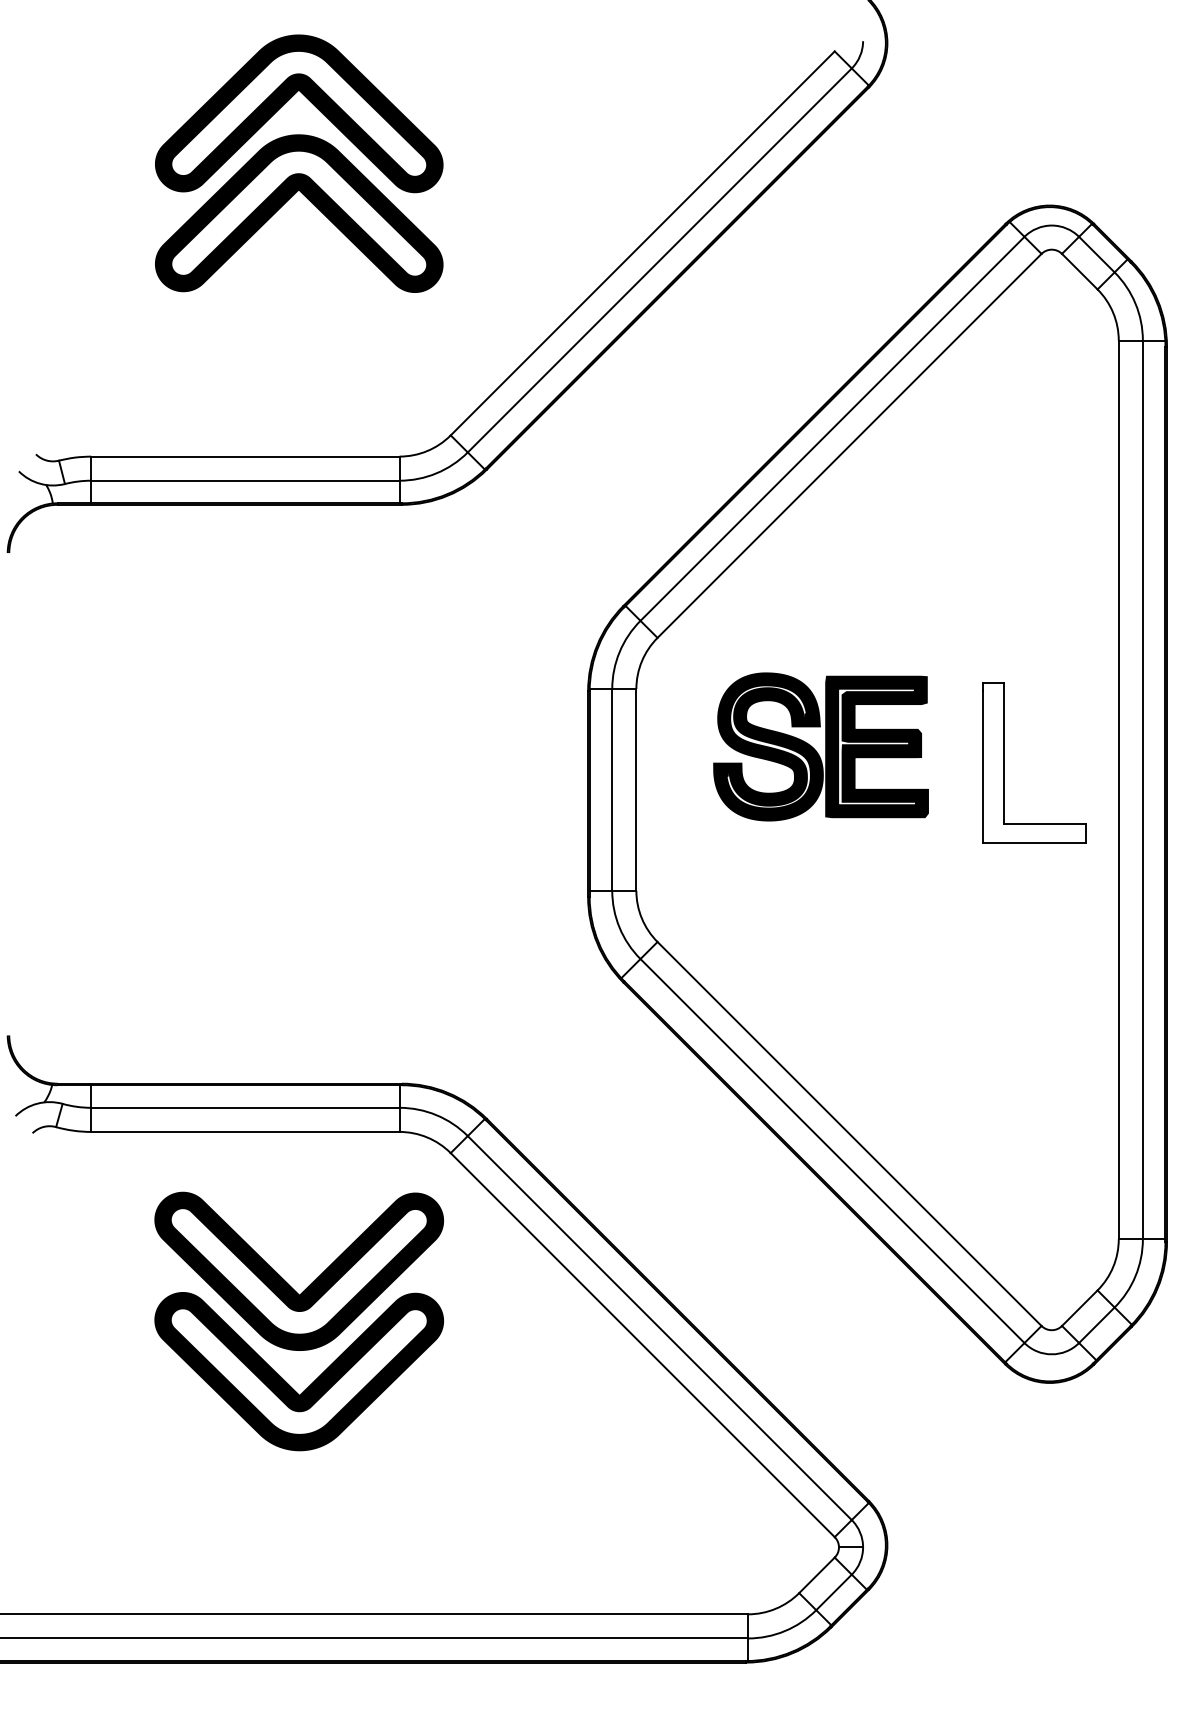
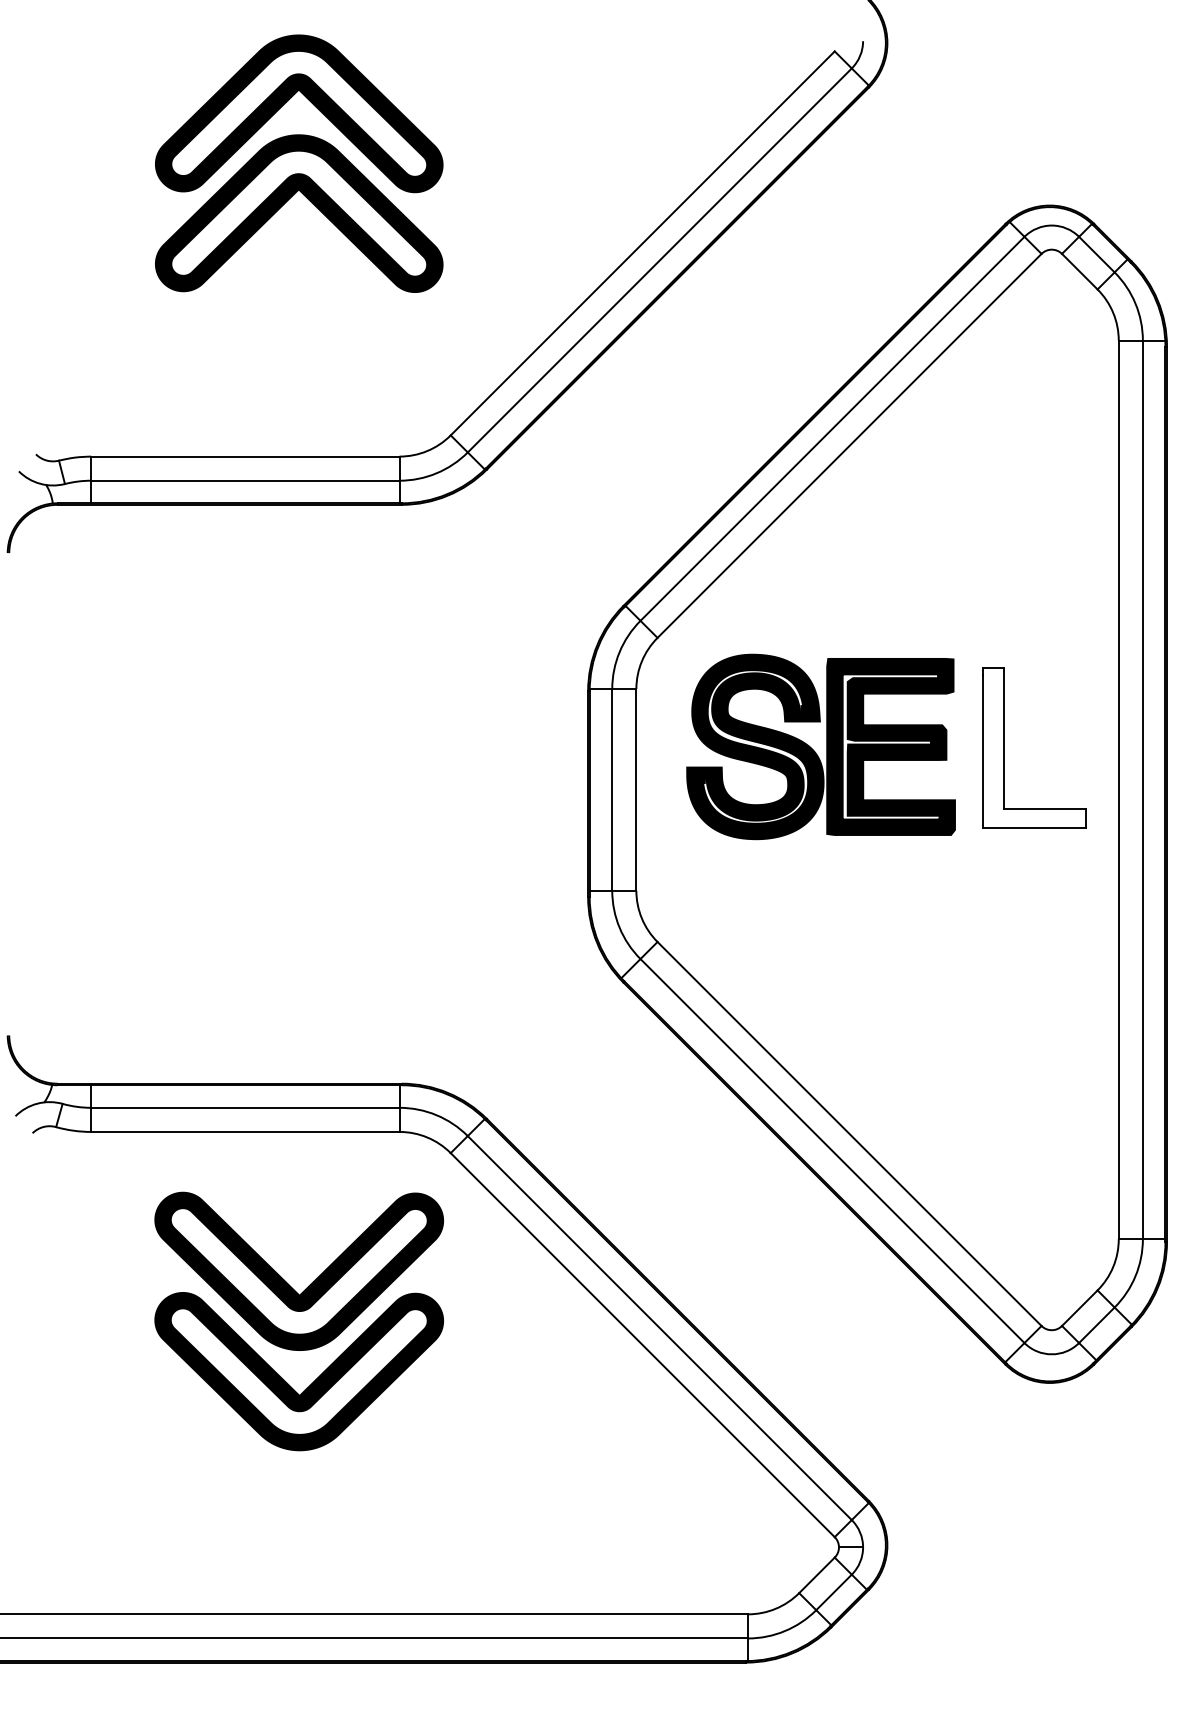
part at (820, 746) size: 216x150 px -> 270x188 px
part at (1004, 762) position: (1004, 762) -> (1004, 747)
